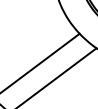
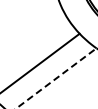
line at (56, 78): solid -> dashed
